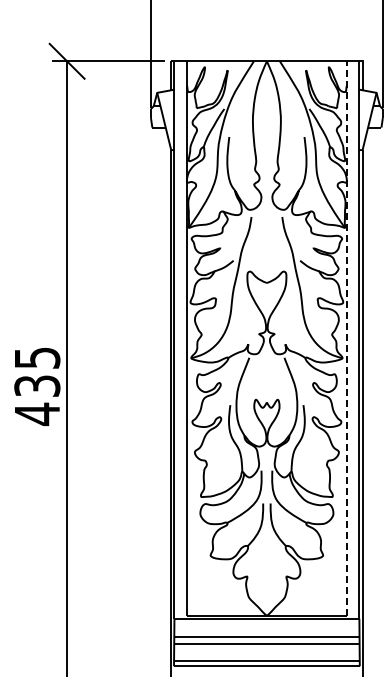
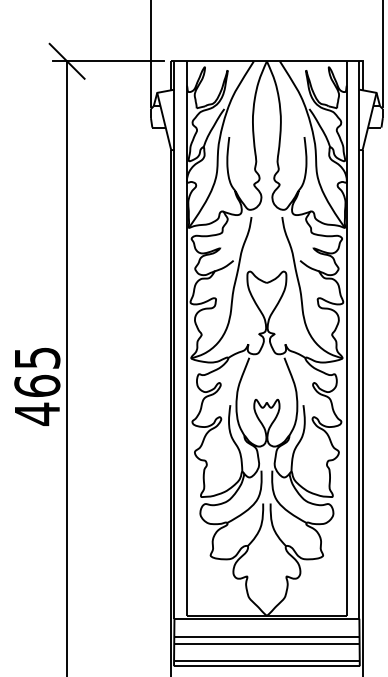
line at (346, 338): dashed -> solid
text at (37, 385): 435 -> 465
